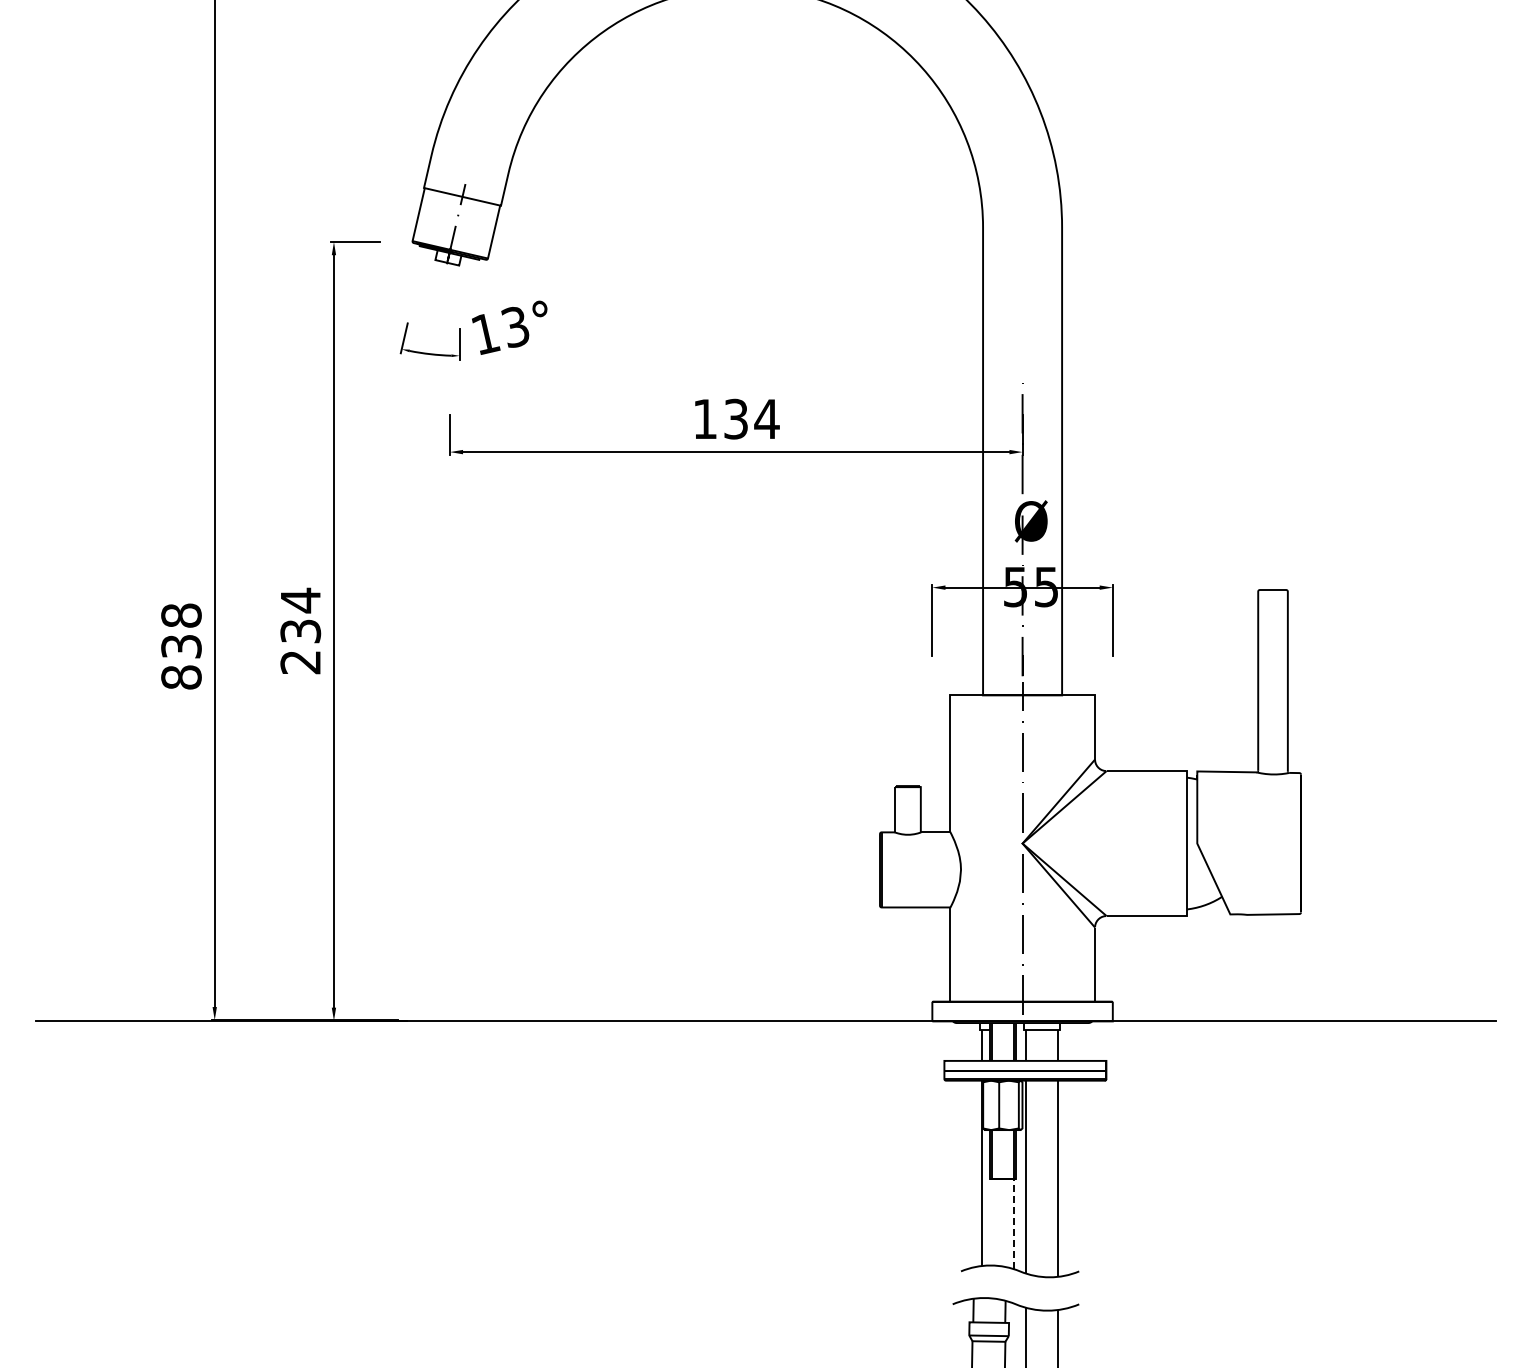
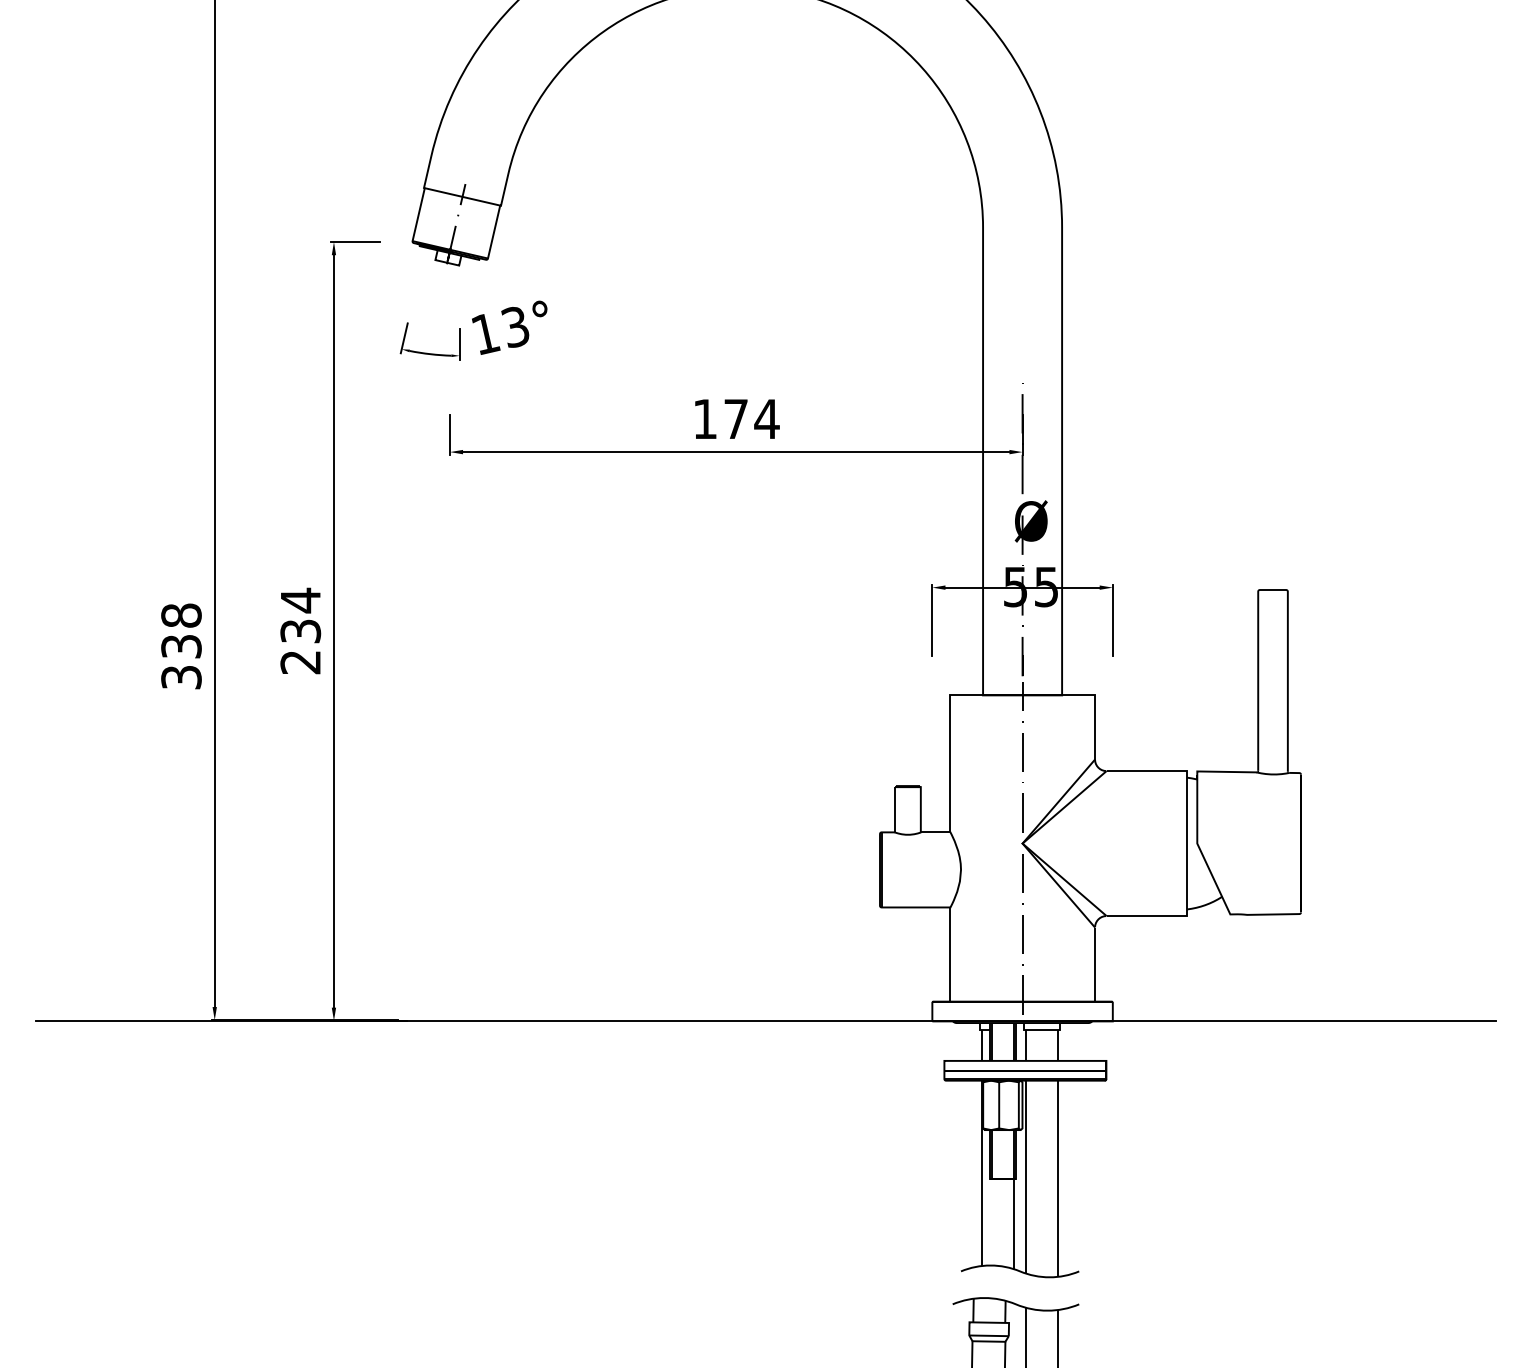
text at (735, 418): 134 -> 174
text at (181, 677): 838 -> 338
line at (1013, 1224): dashed -> solid
